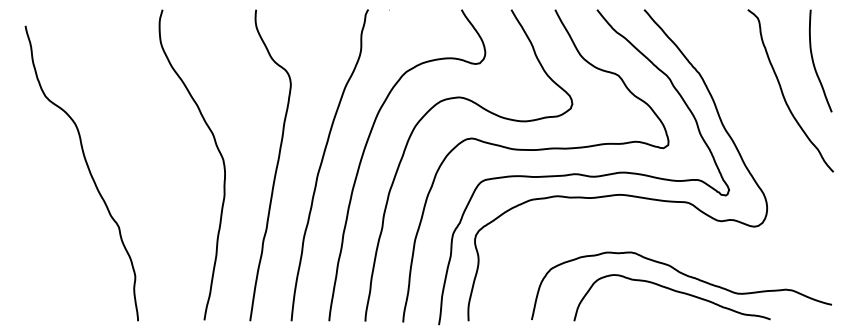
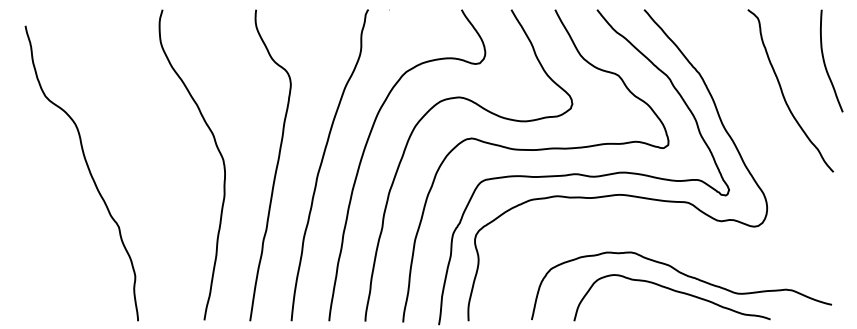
curve at (814, 62) position: (814, 62) -> (825, 62)
